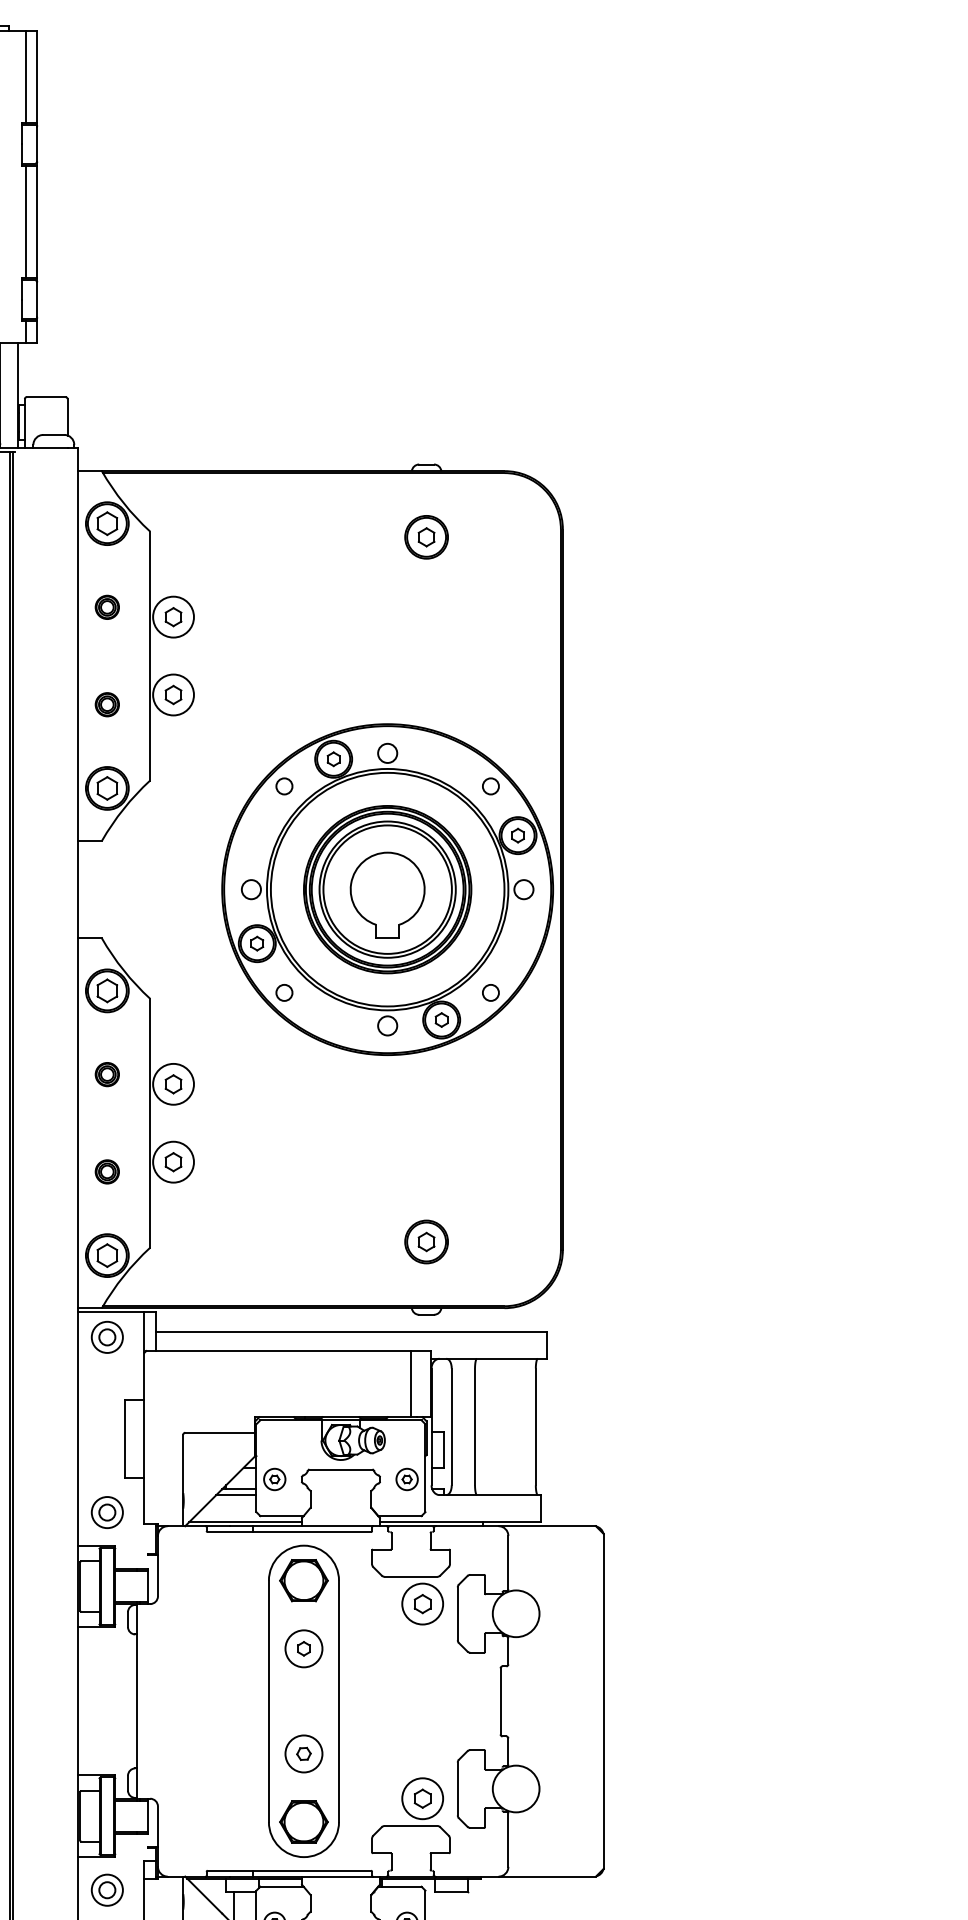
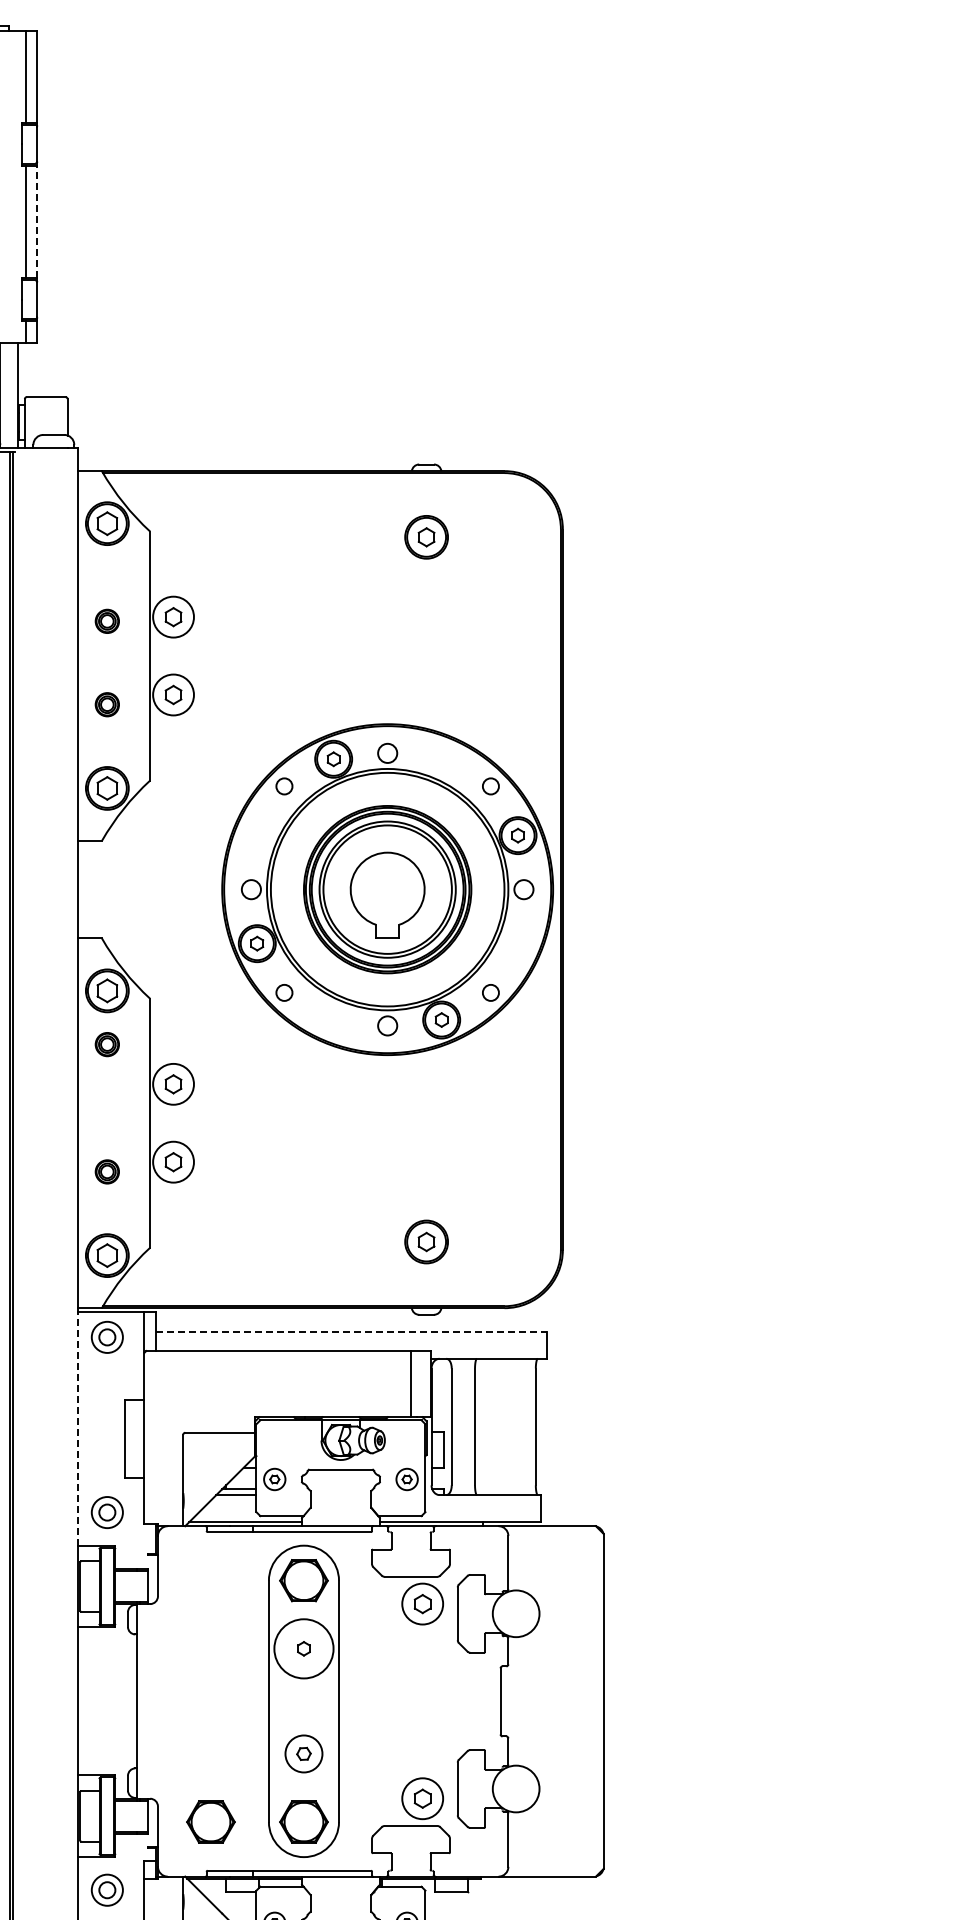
line at (37, 221): solid -> dashed
part at (106, 606) position: (106, 606) -> (106, 620)
part at (106, 1074) position: (106, 1074) -> (106, 1044)
line at (351, 1331): solid -> dashed
line at (78, 1428): solid -> dashed
circle at (303, 1648) diameter: 37 px -> 59 px
part at (210, 1821): none -> present
line at (233, 1904): present -> none
